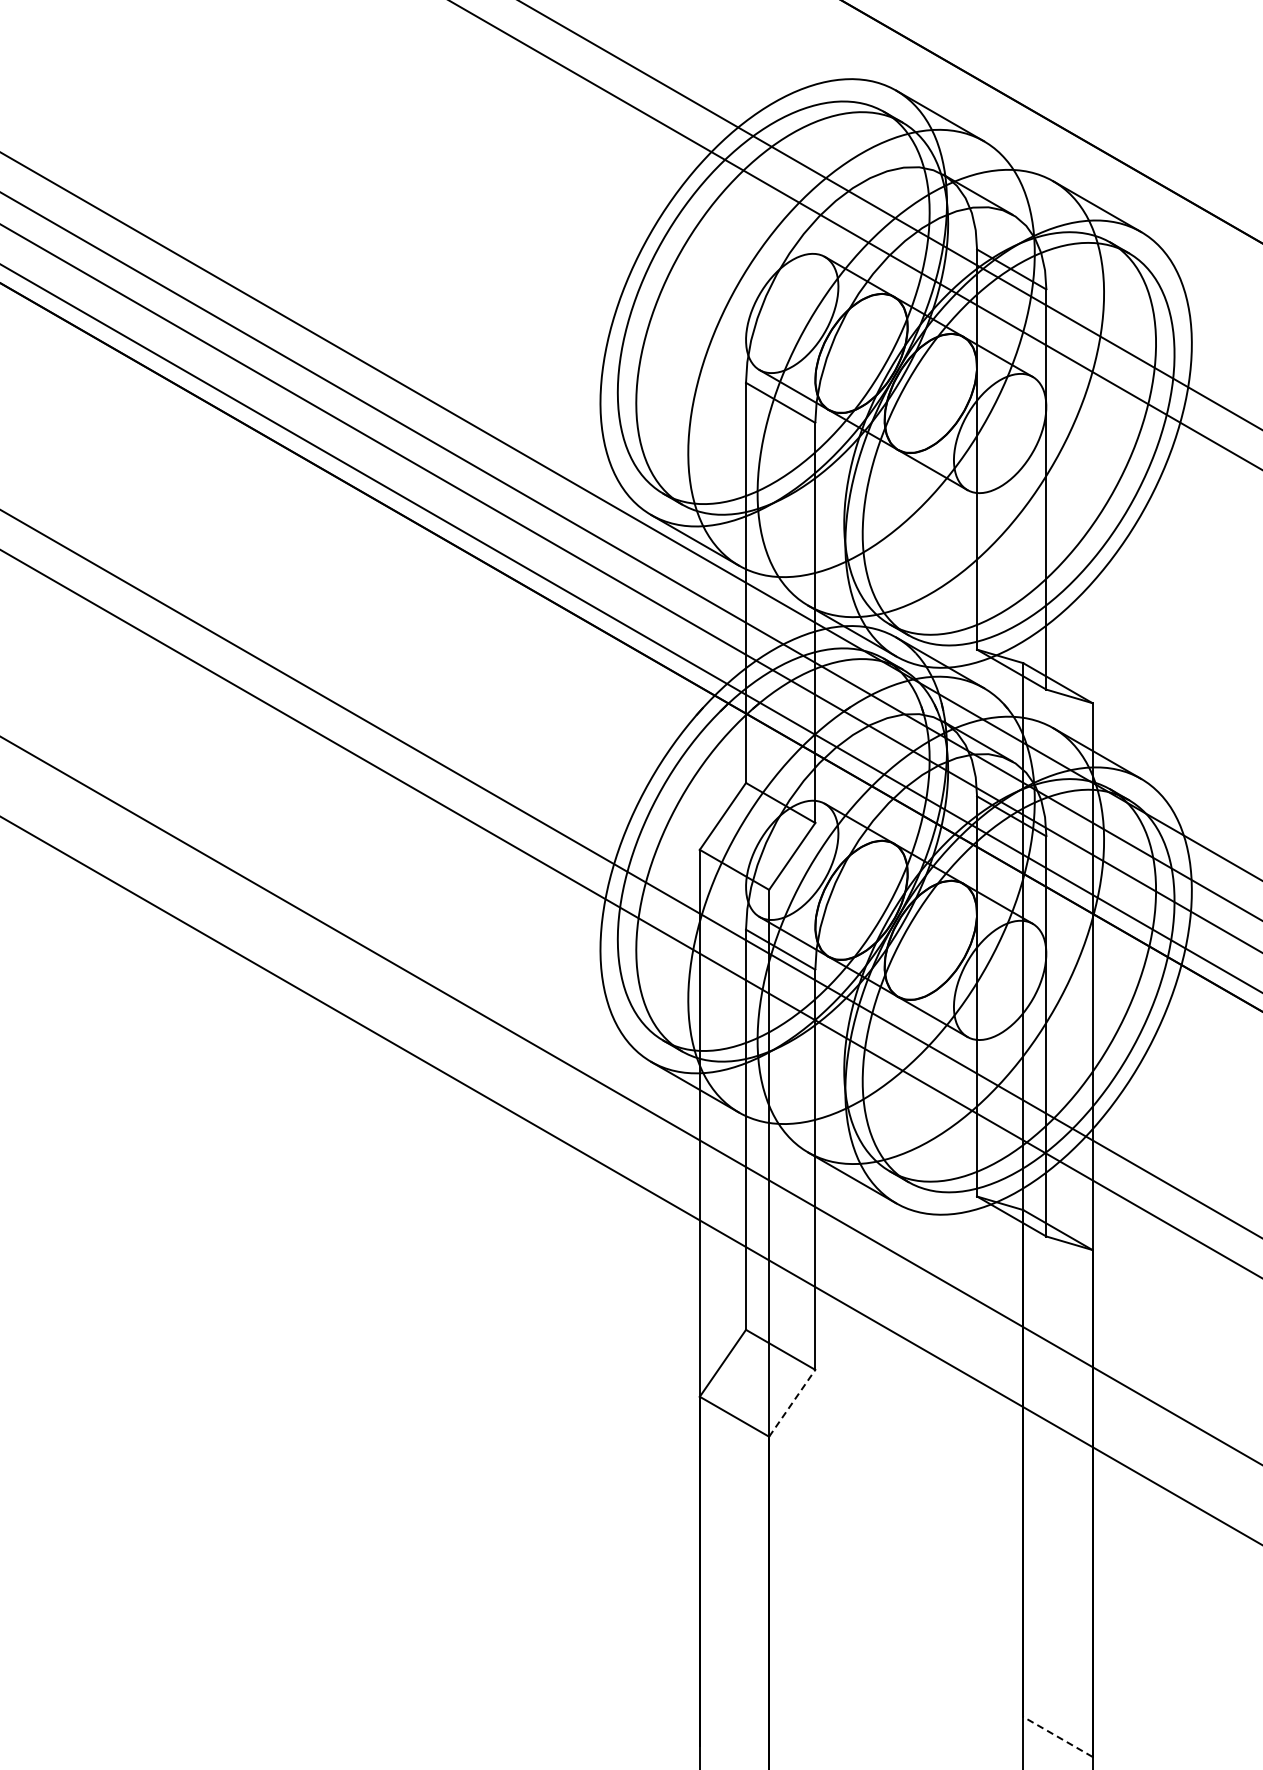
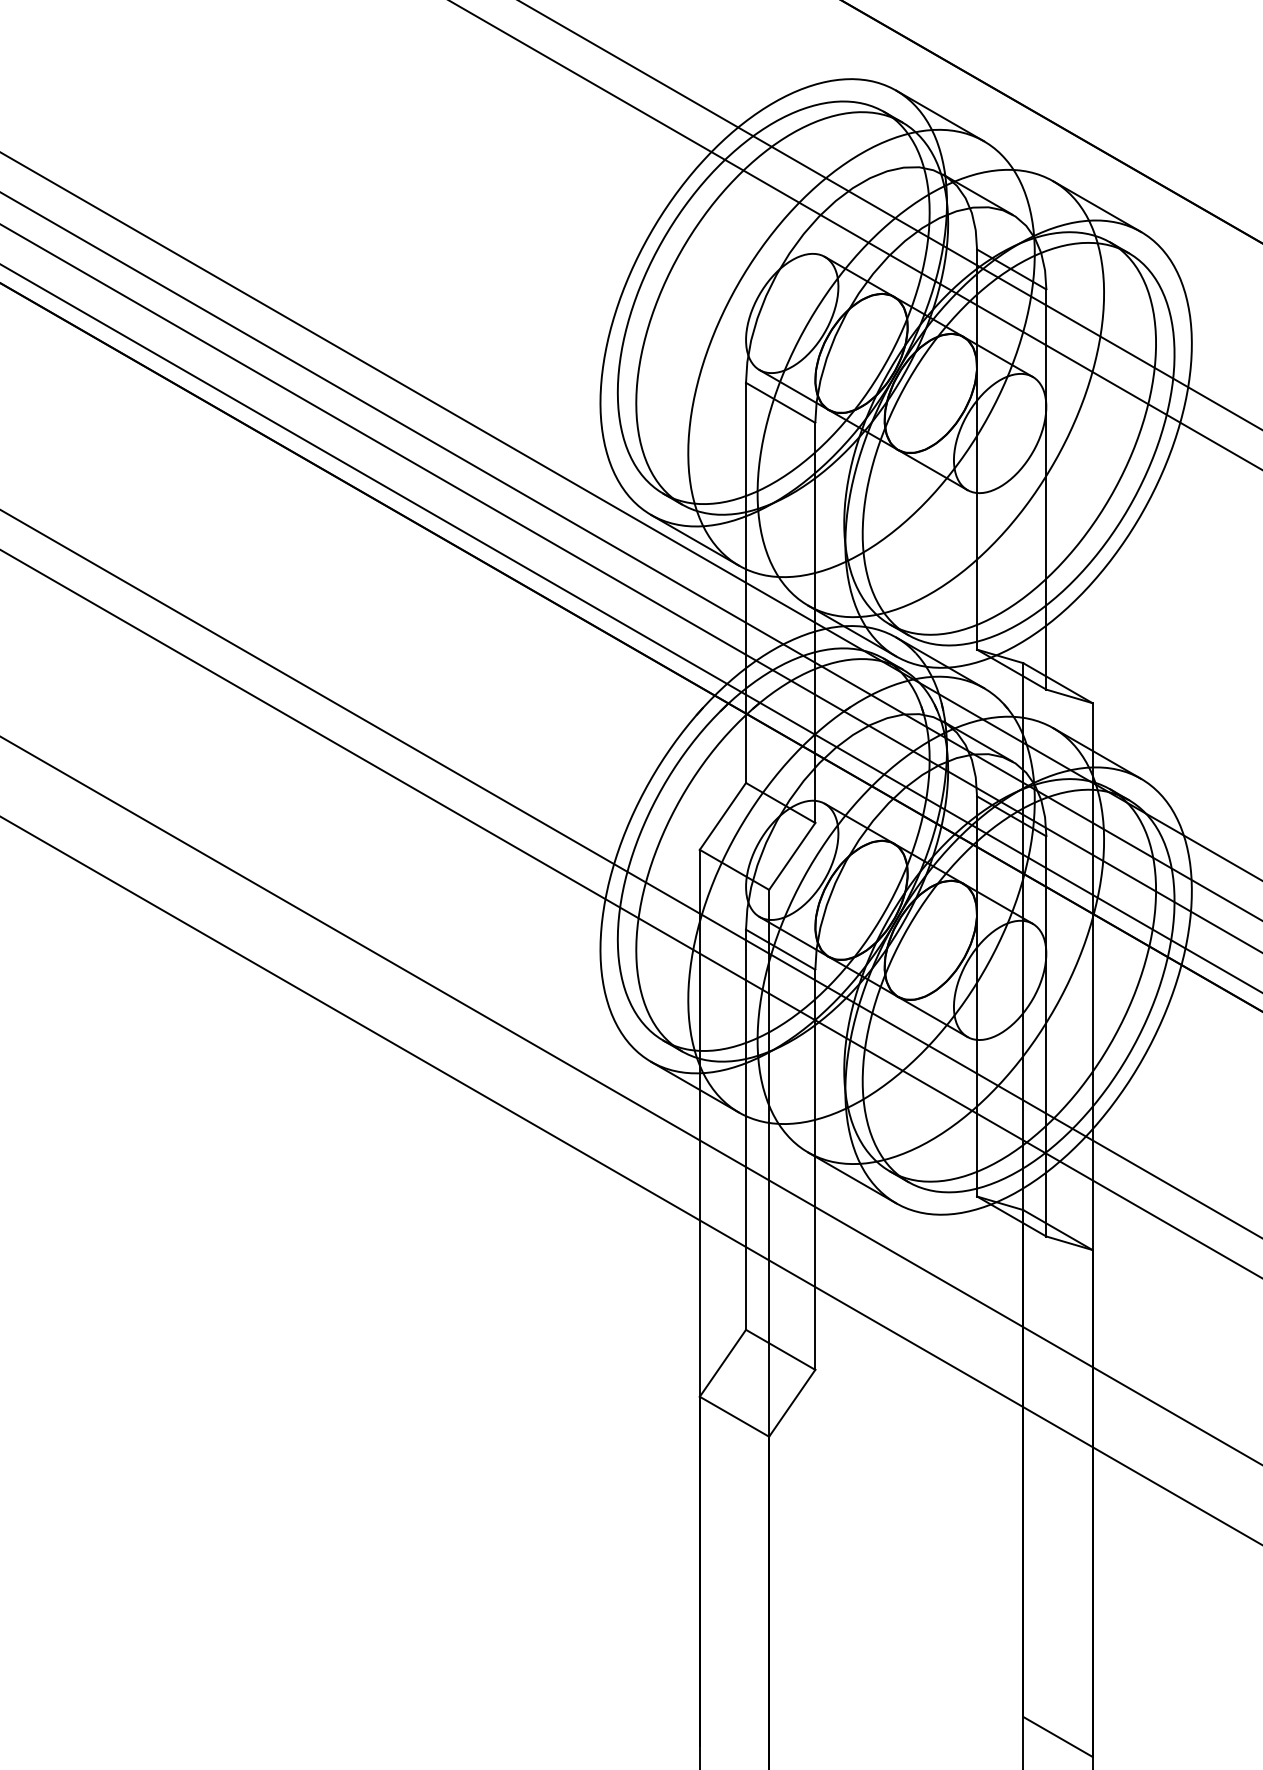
line at (792, 1403): dashed -> solid
line at (1057, 1736): dashed -> solid
